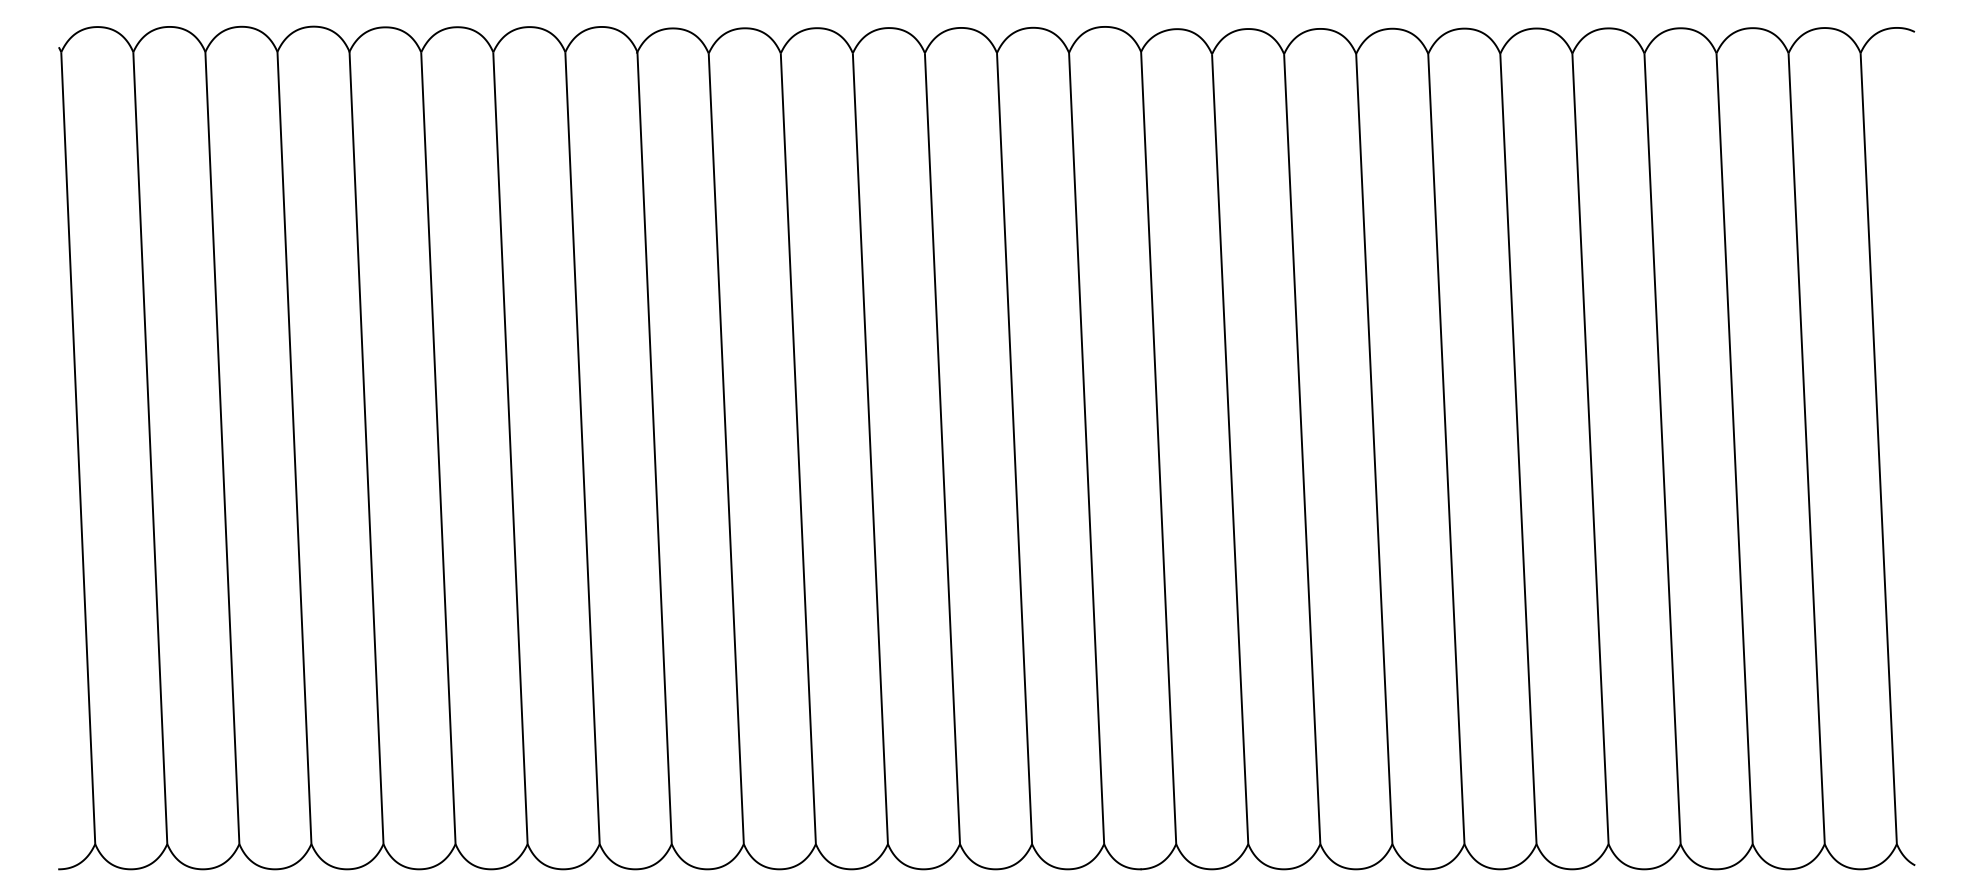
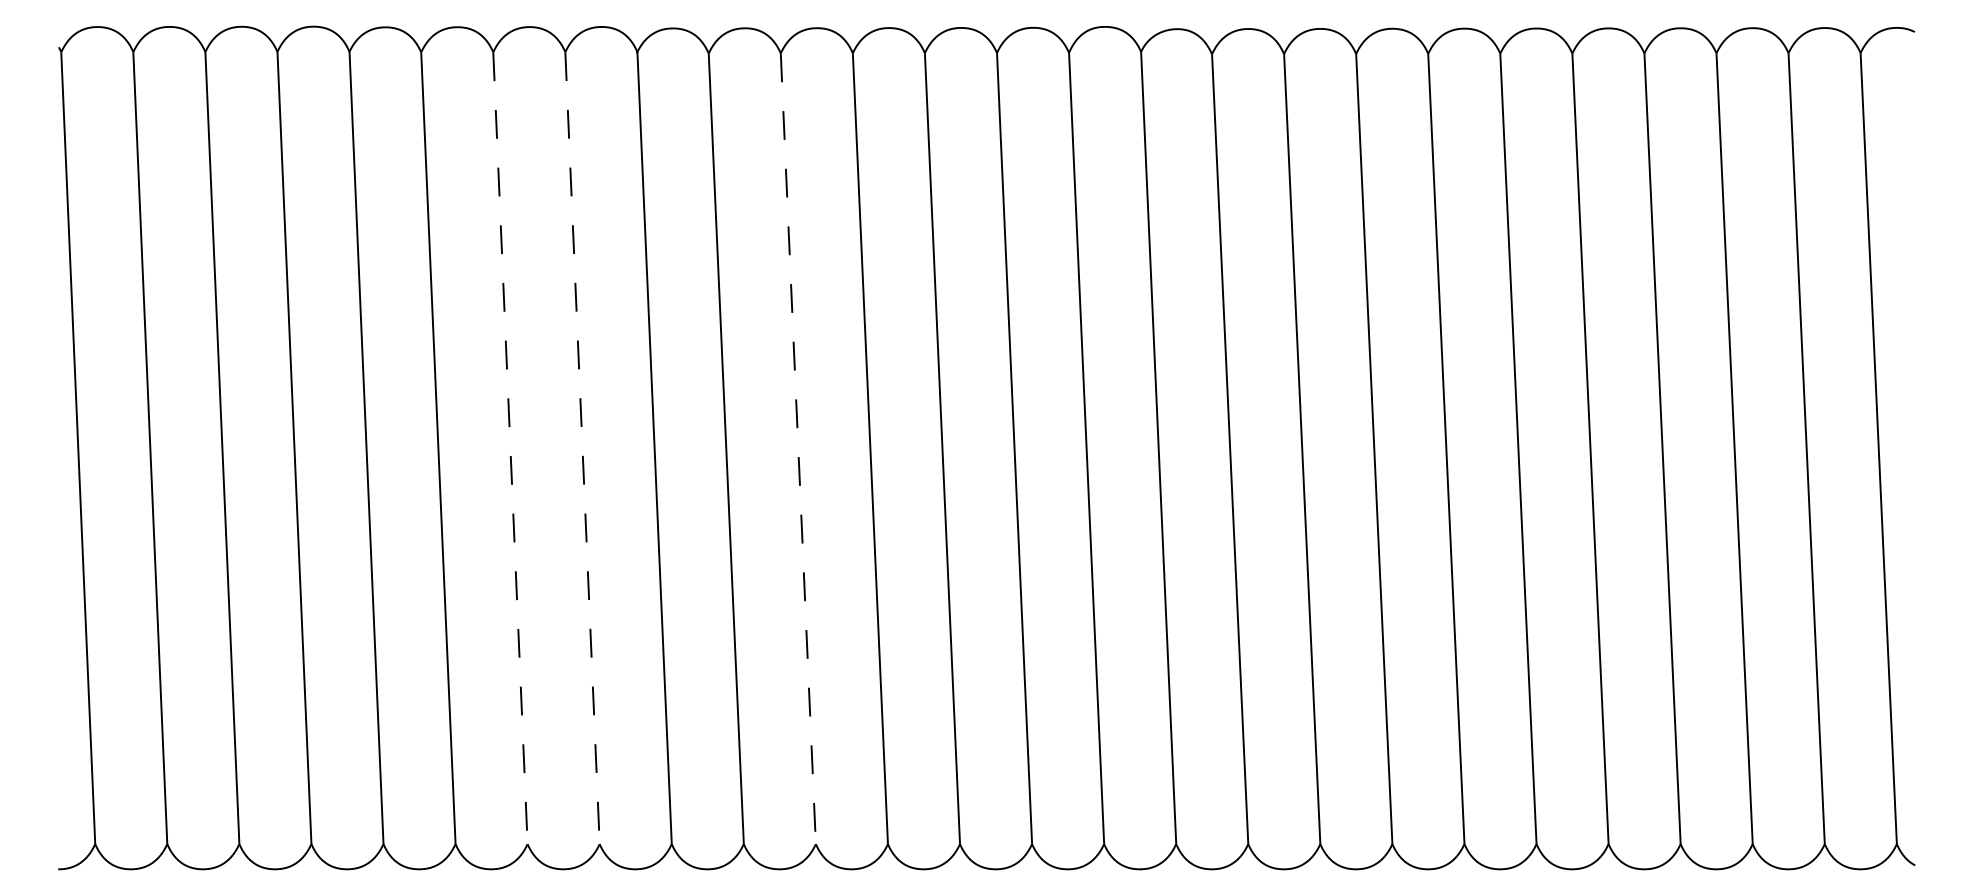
line at (510, 448): solid -> dashed
line at (582, 448): solid -> dashed
line at (798, 448): solid -> dashed
